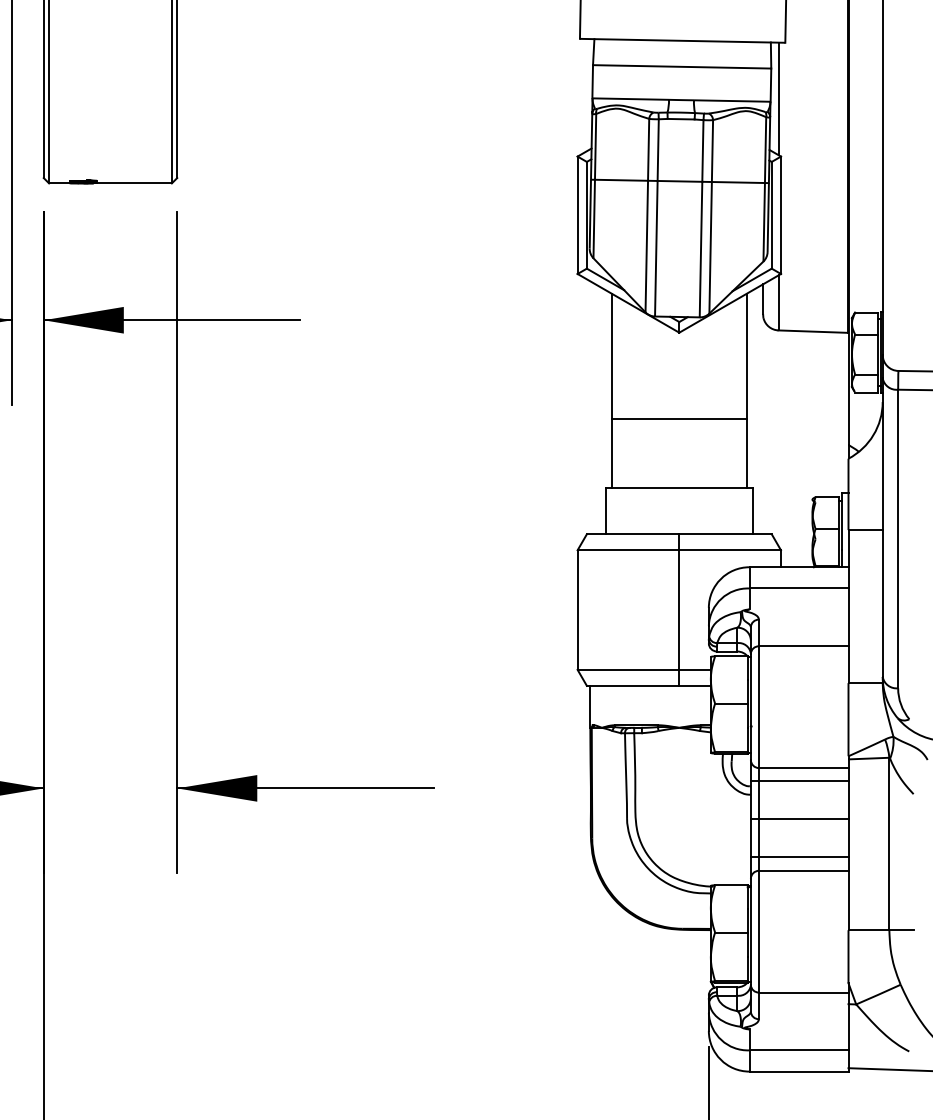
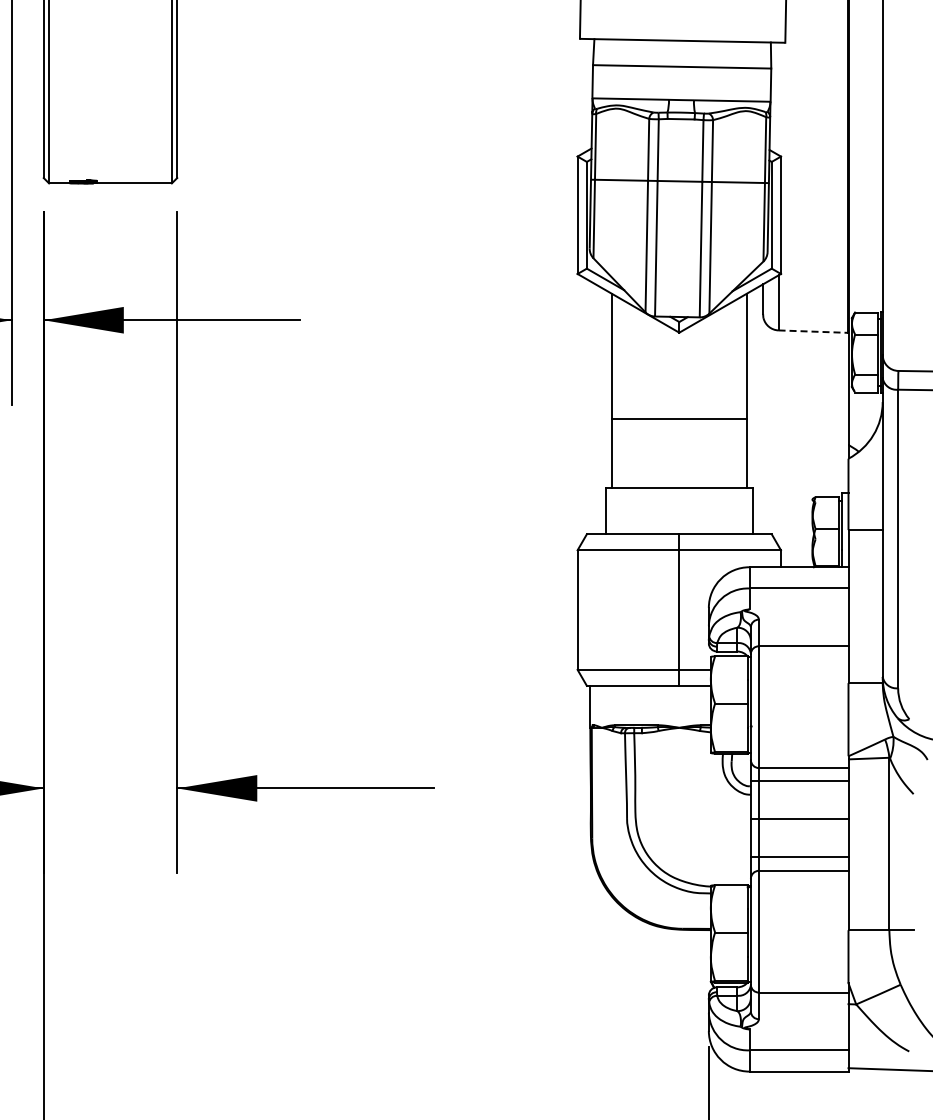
line at (778, 98): present -> none
line at (813, 331): solid -> dashed
